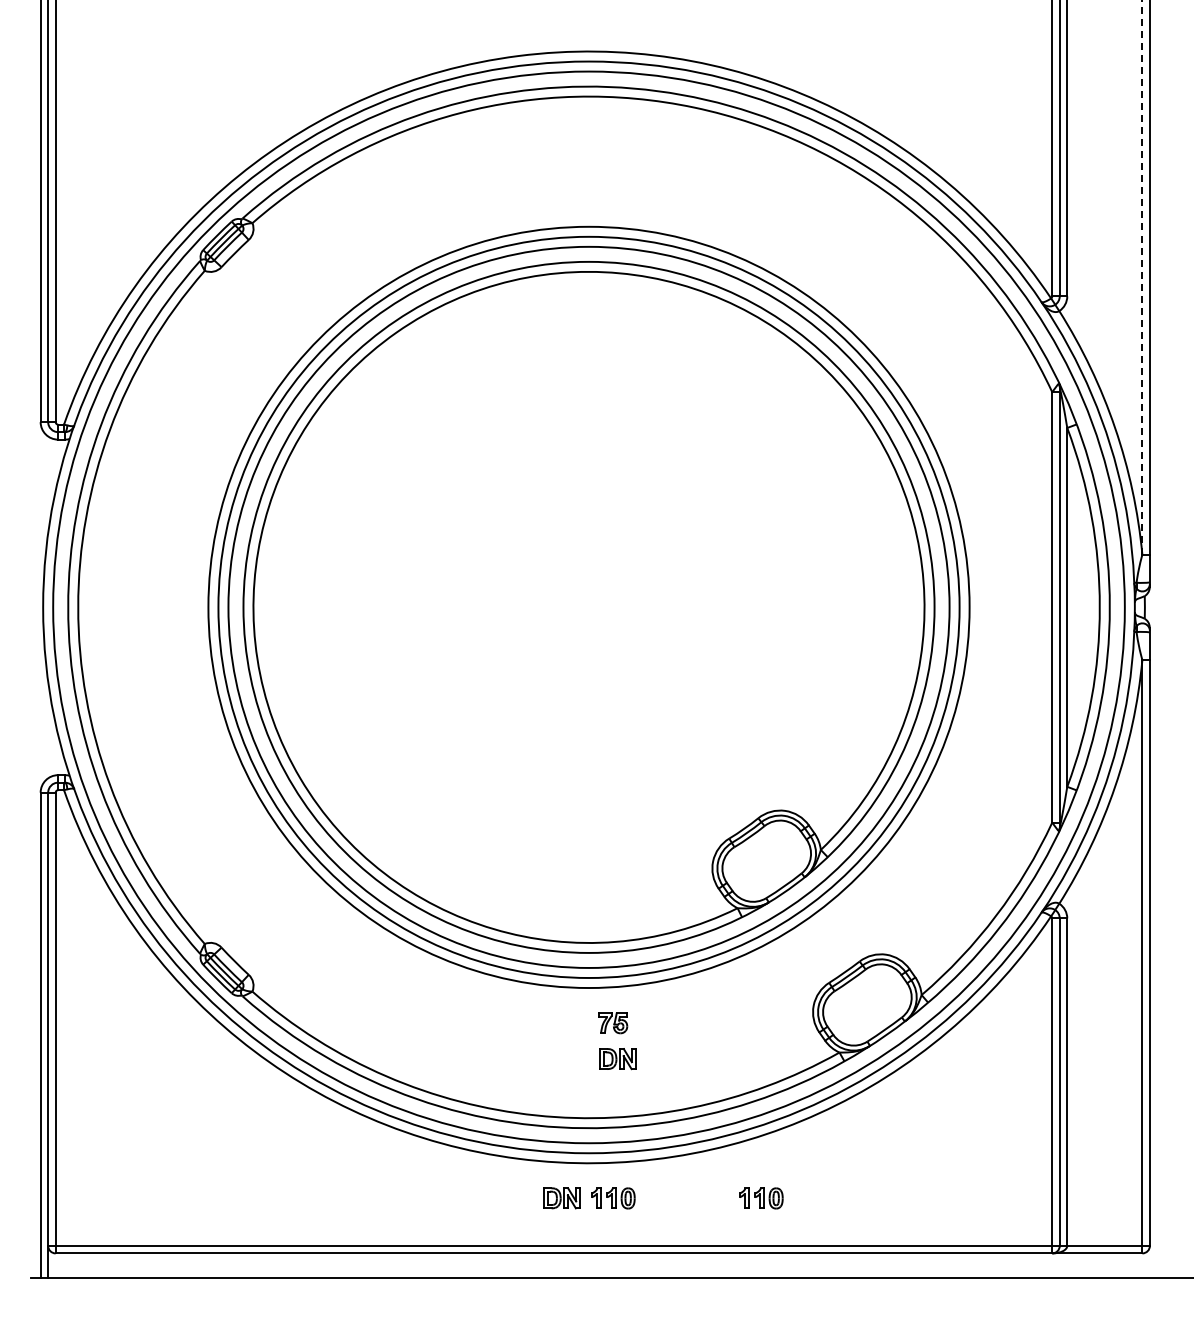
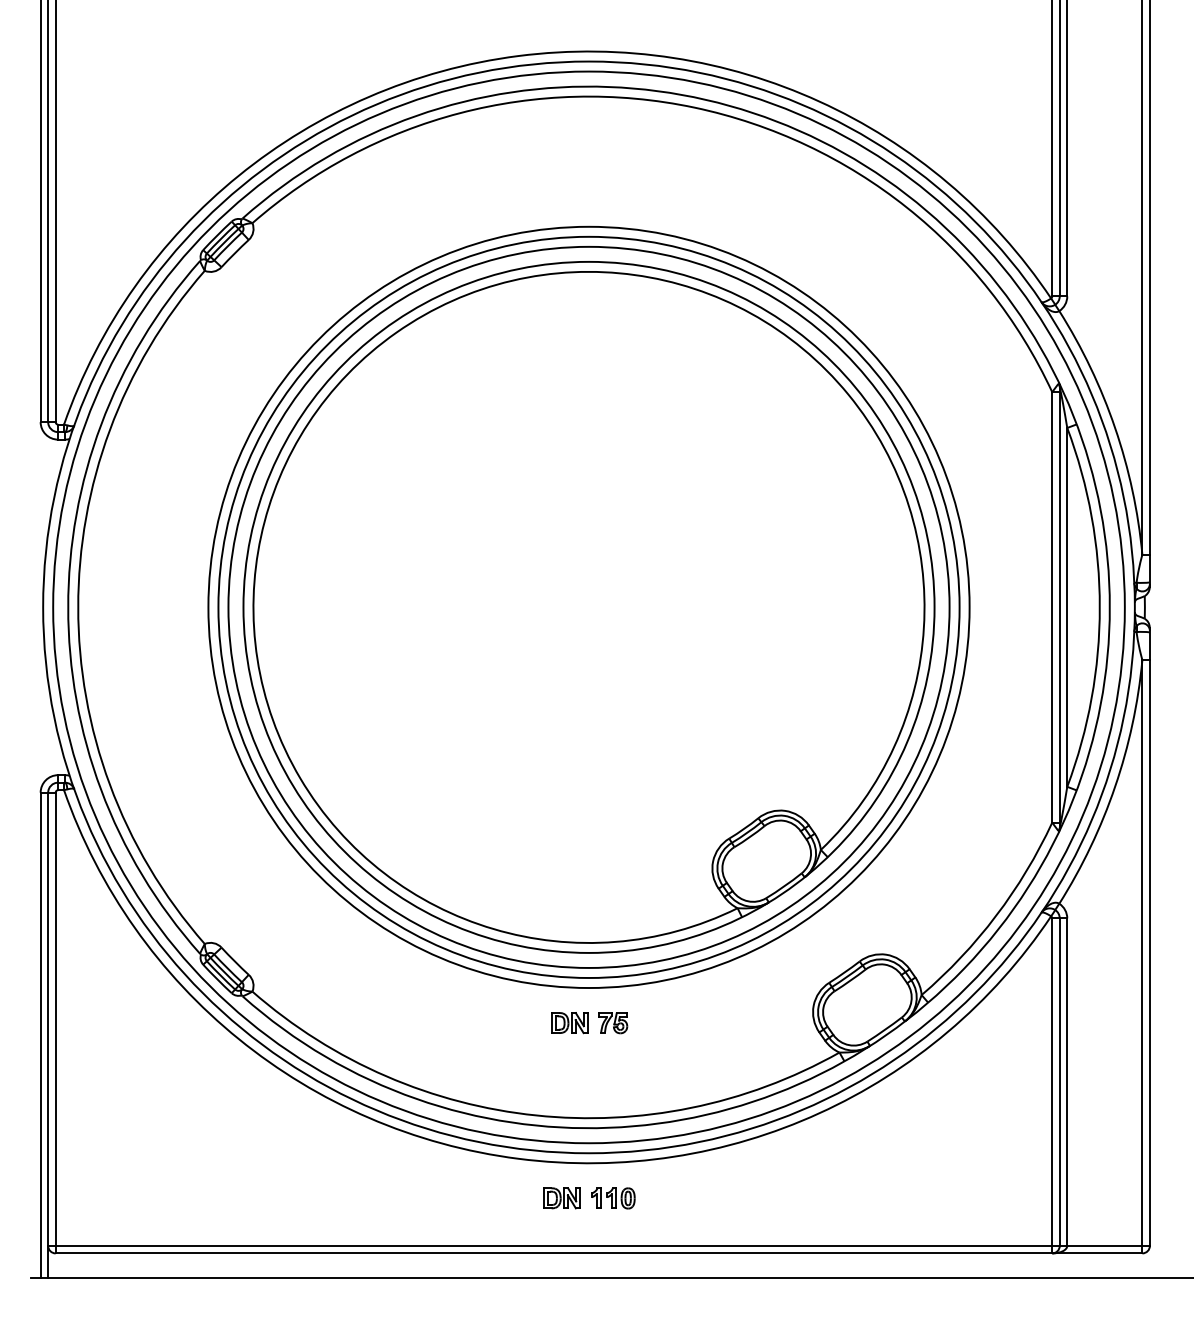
line at (1142, 277): dashed -> solid
part at (617, 1059) position: (617, 1059) -> (569, 1023)
part at (761, 1198): present -> none
